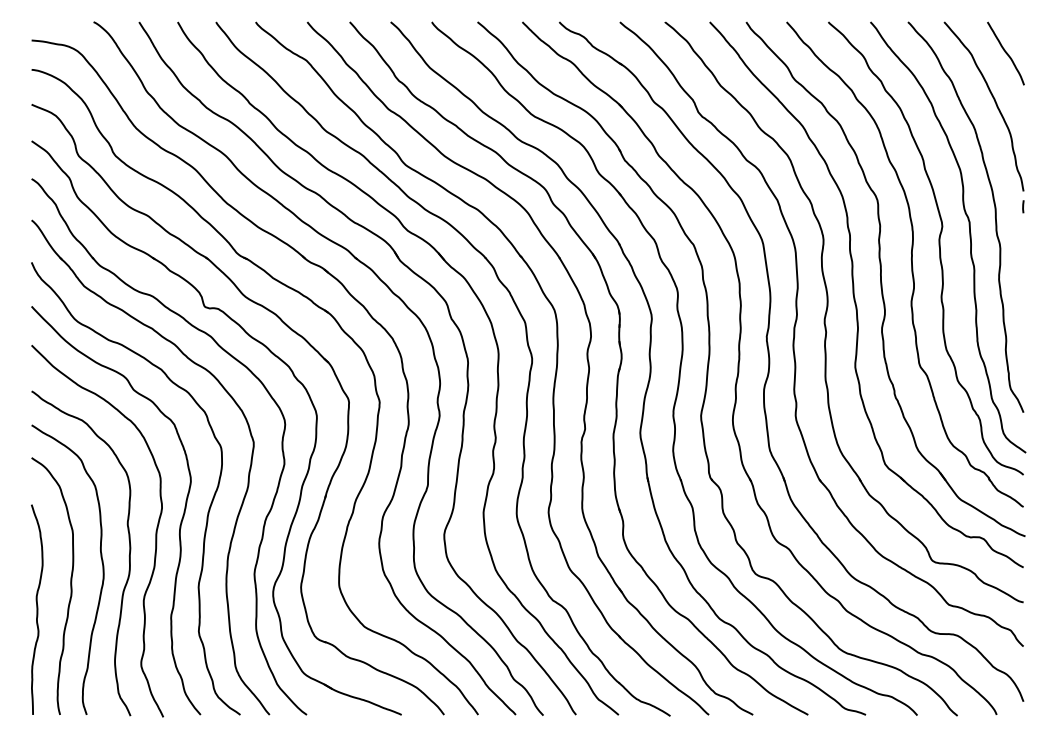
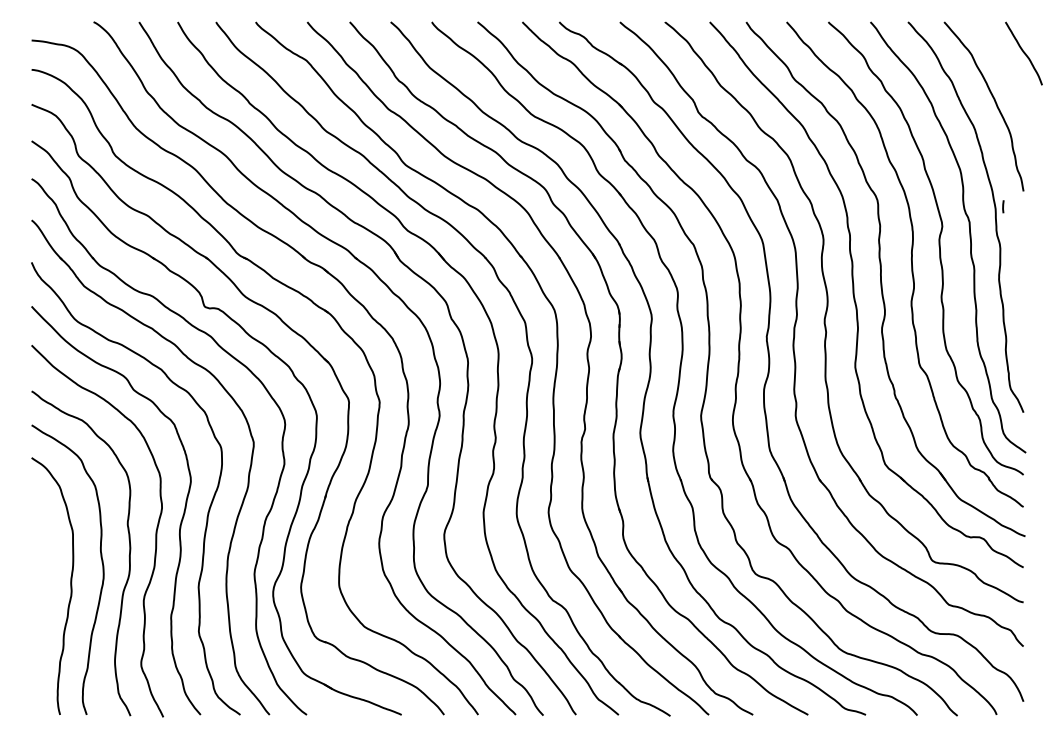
curve at (1005, 53) position: (1005, 53) -> (1023, 53)
line at (1023, 206) position: (1023, 206) -> (1003, 206)
curve at (37, 609): present -> none
